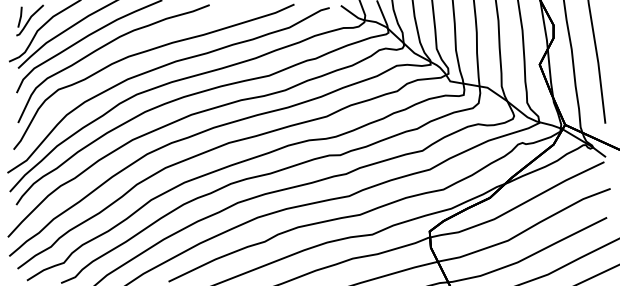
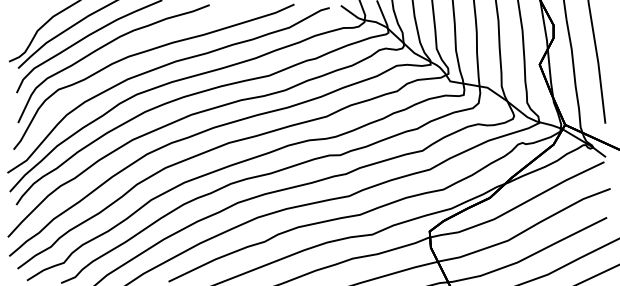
part at (29, 20): present -> none
